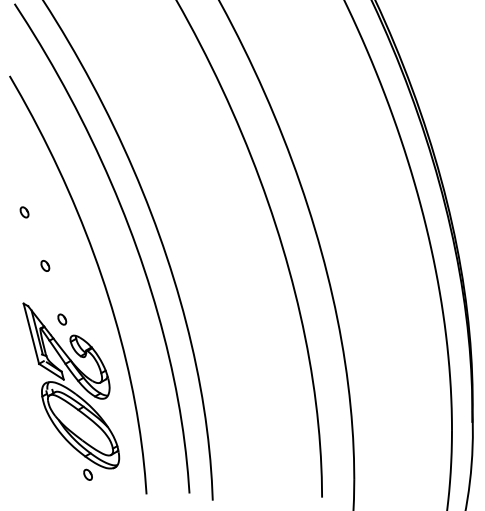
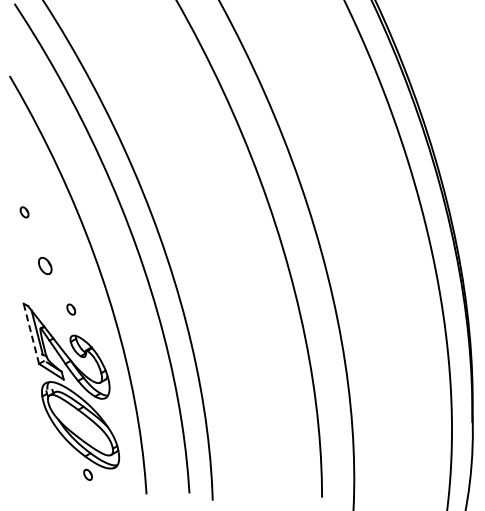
part at (45, 265) size: 11x12 px -> 15x20 px
part at (62, 319) position: (62, 319) -> (71, 309)
line at (31, 333): solid -> dashed
